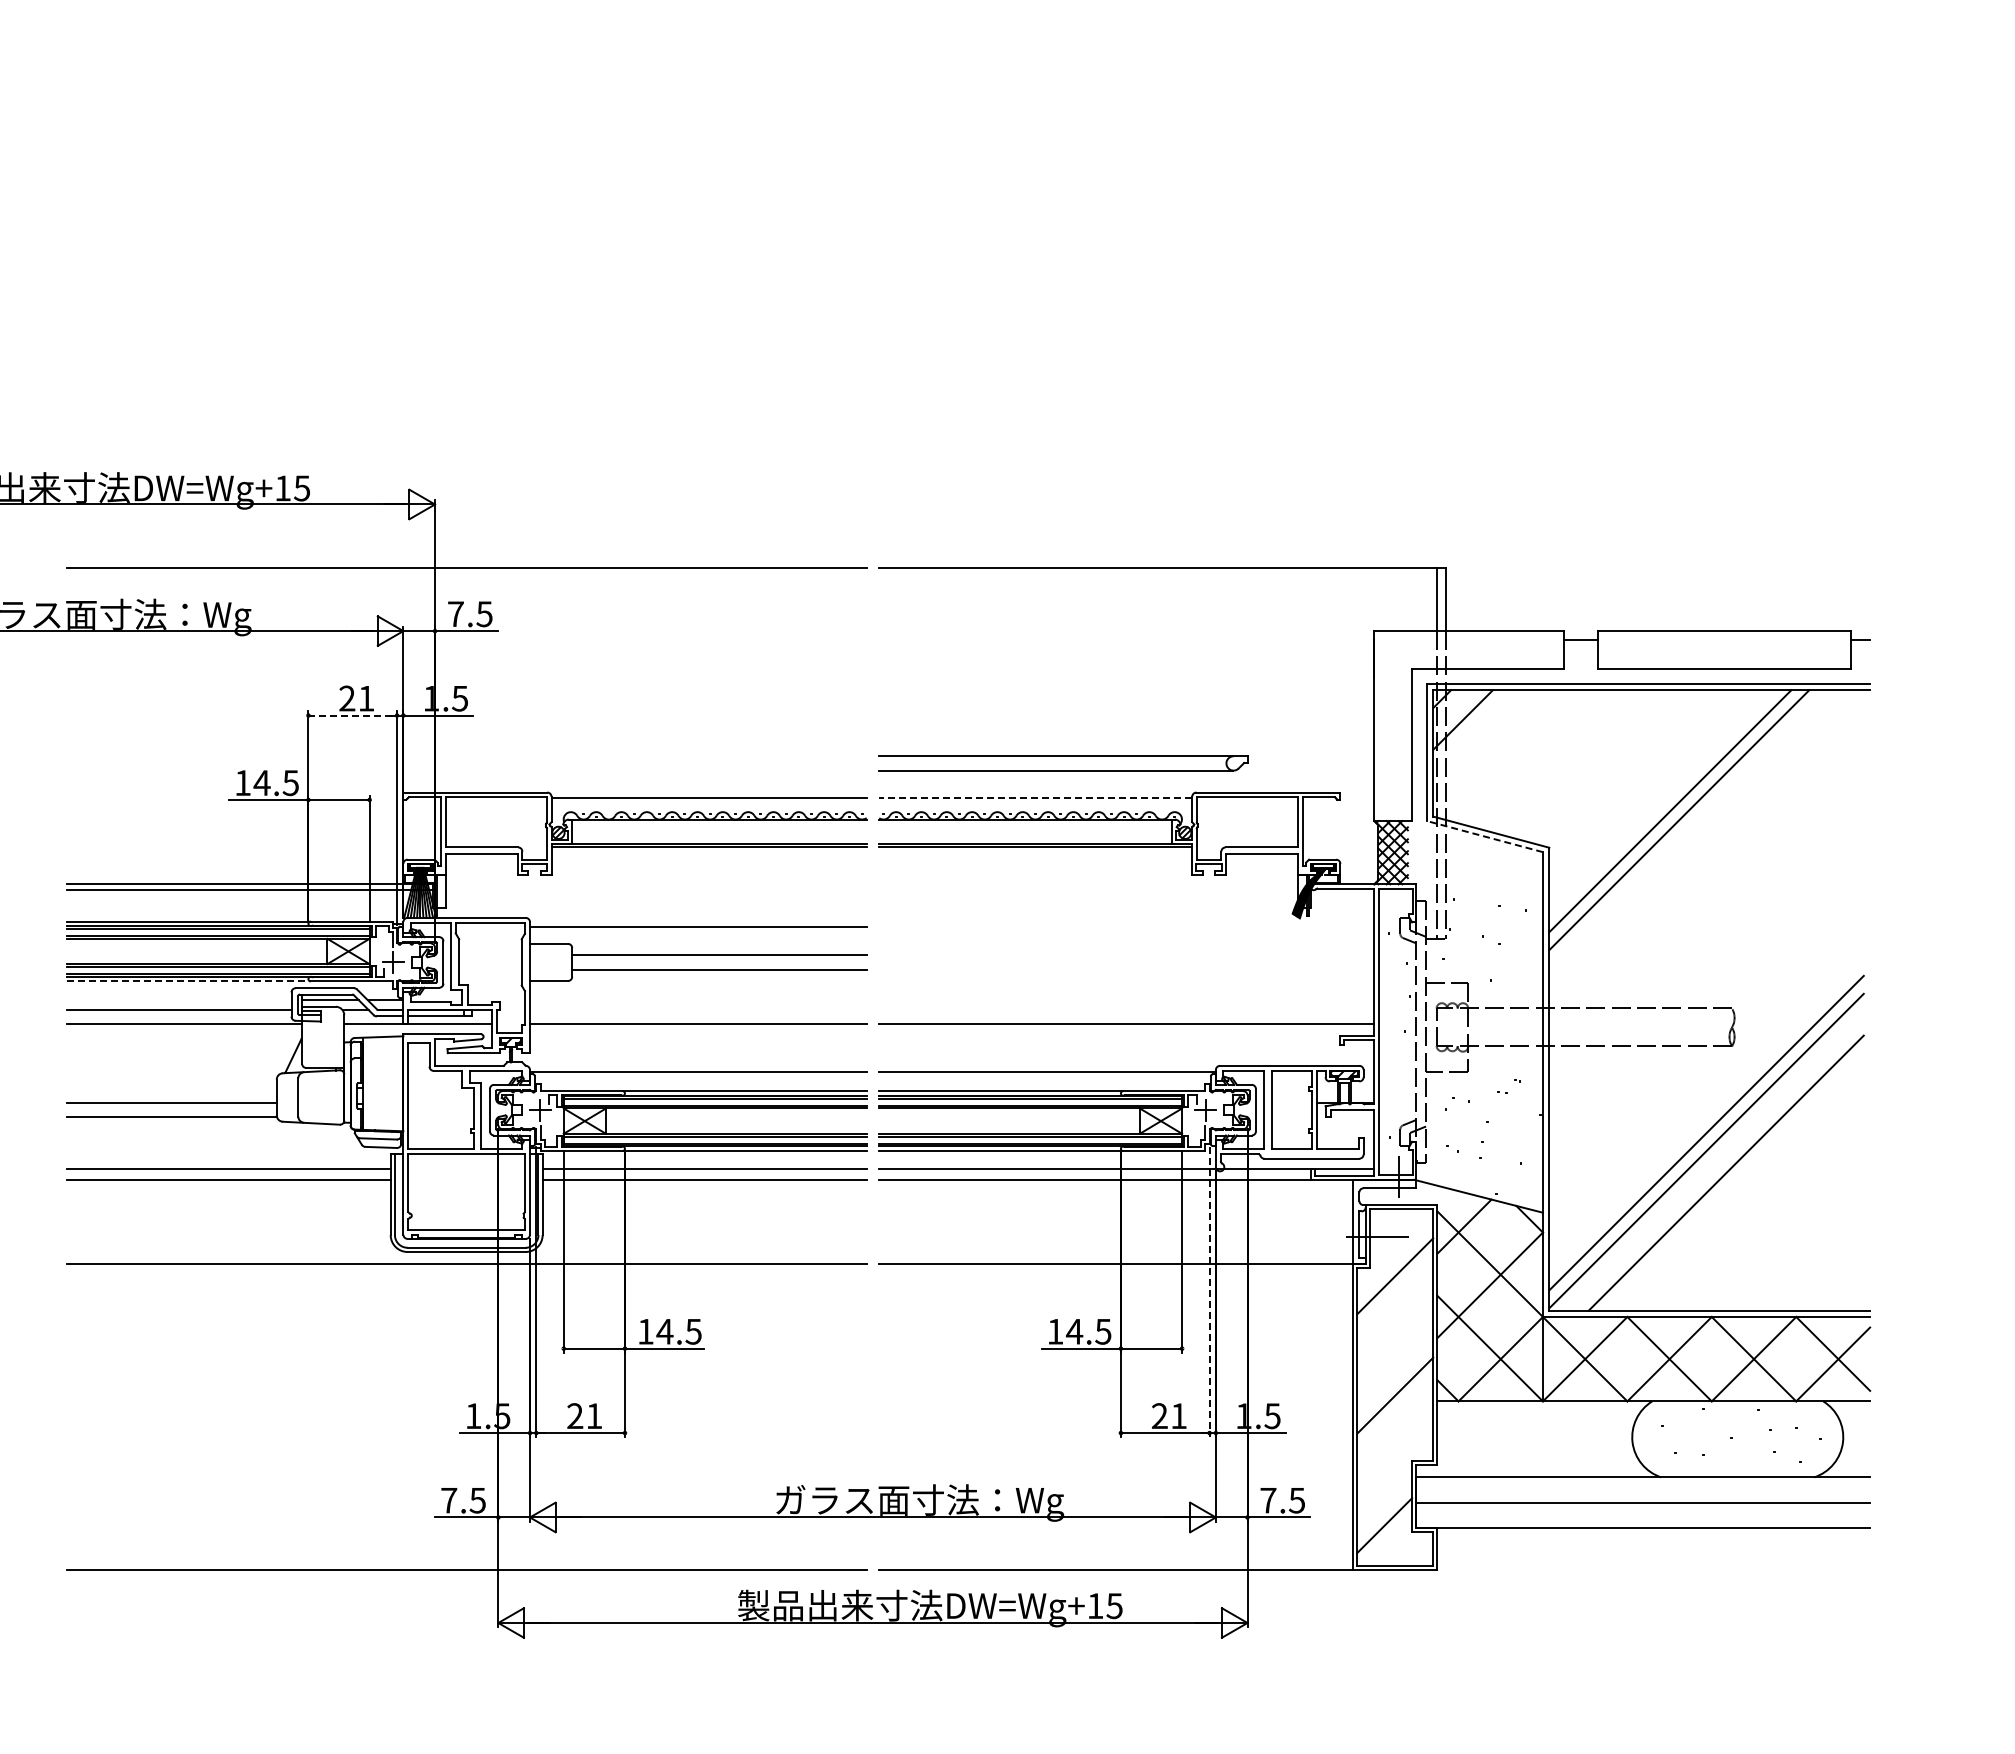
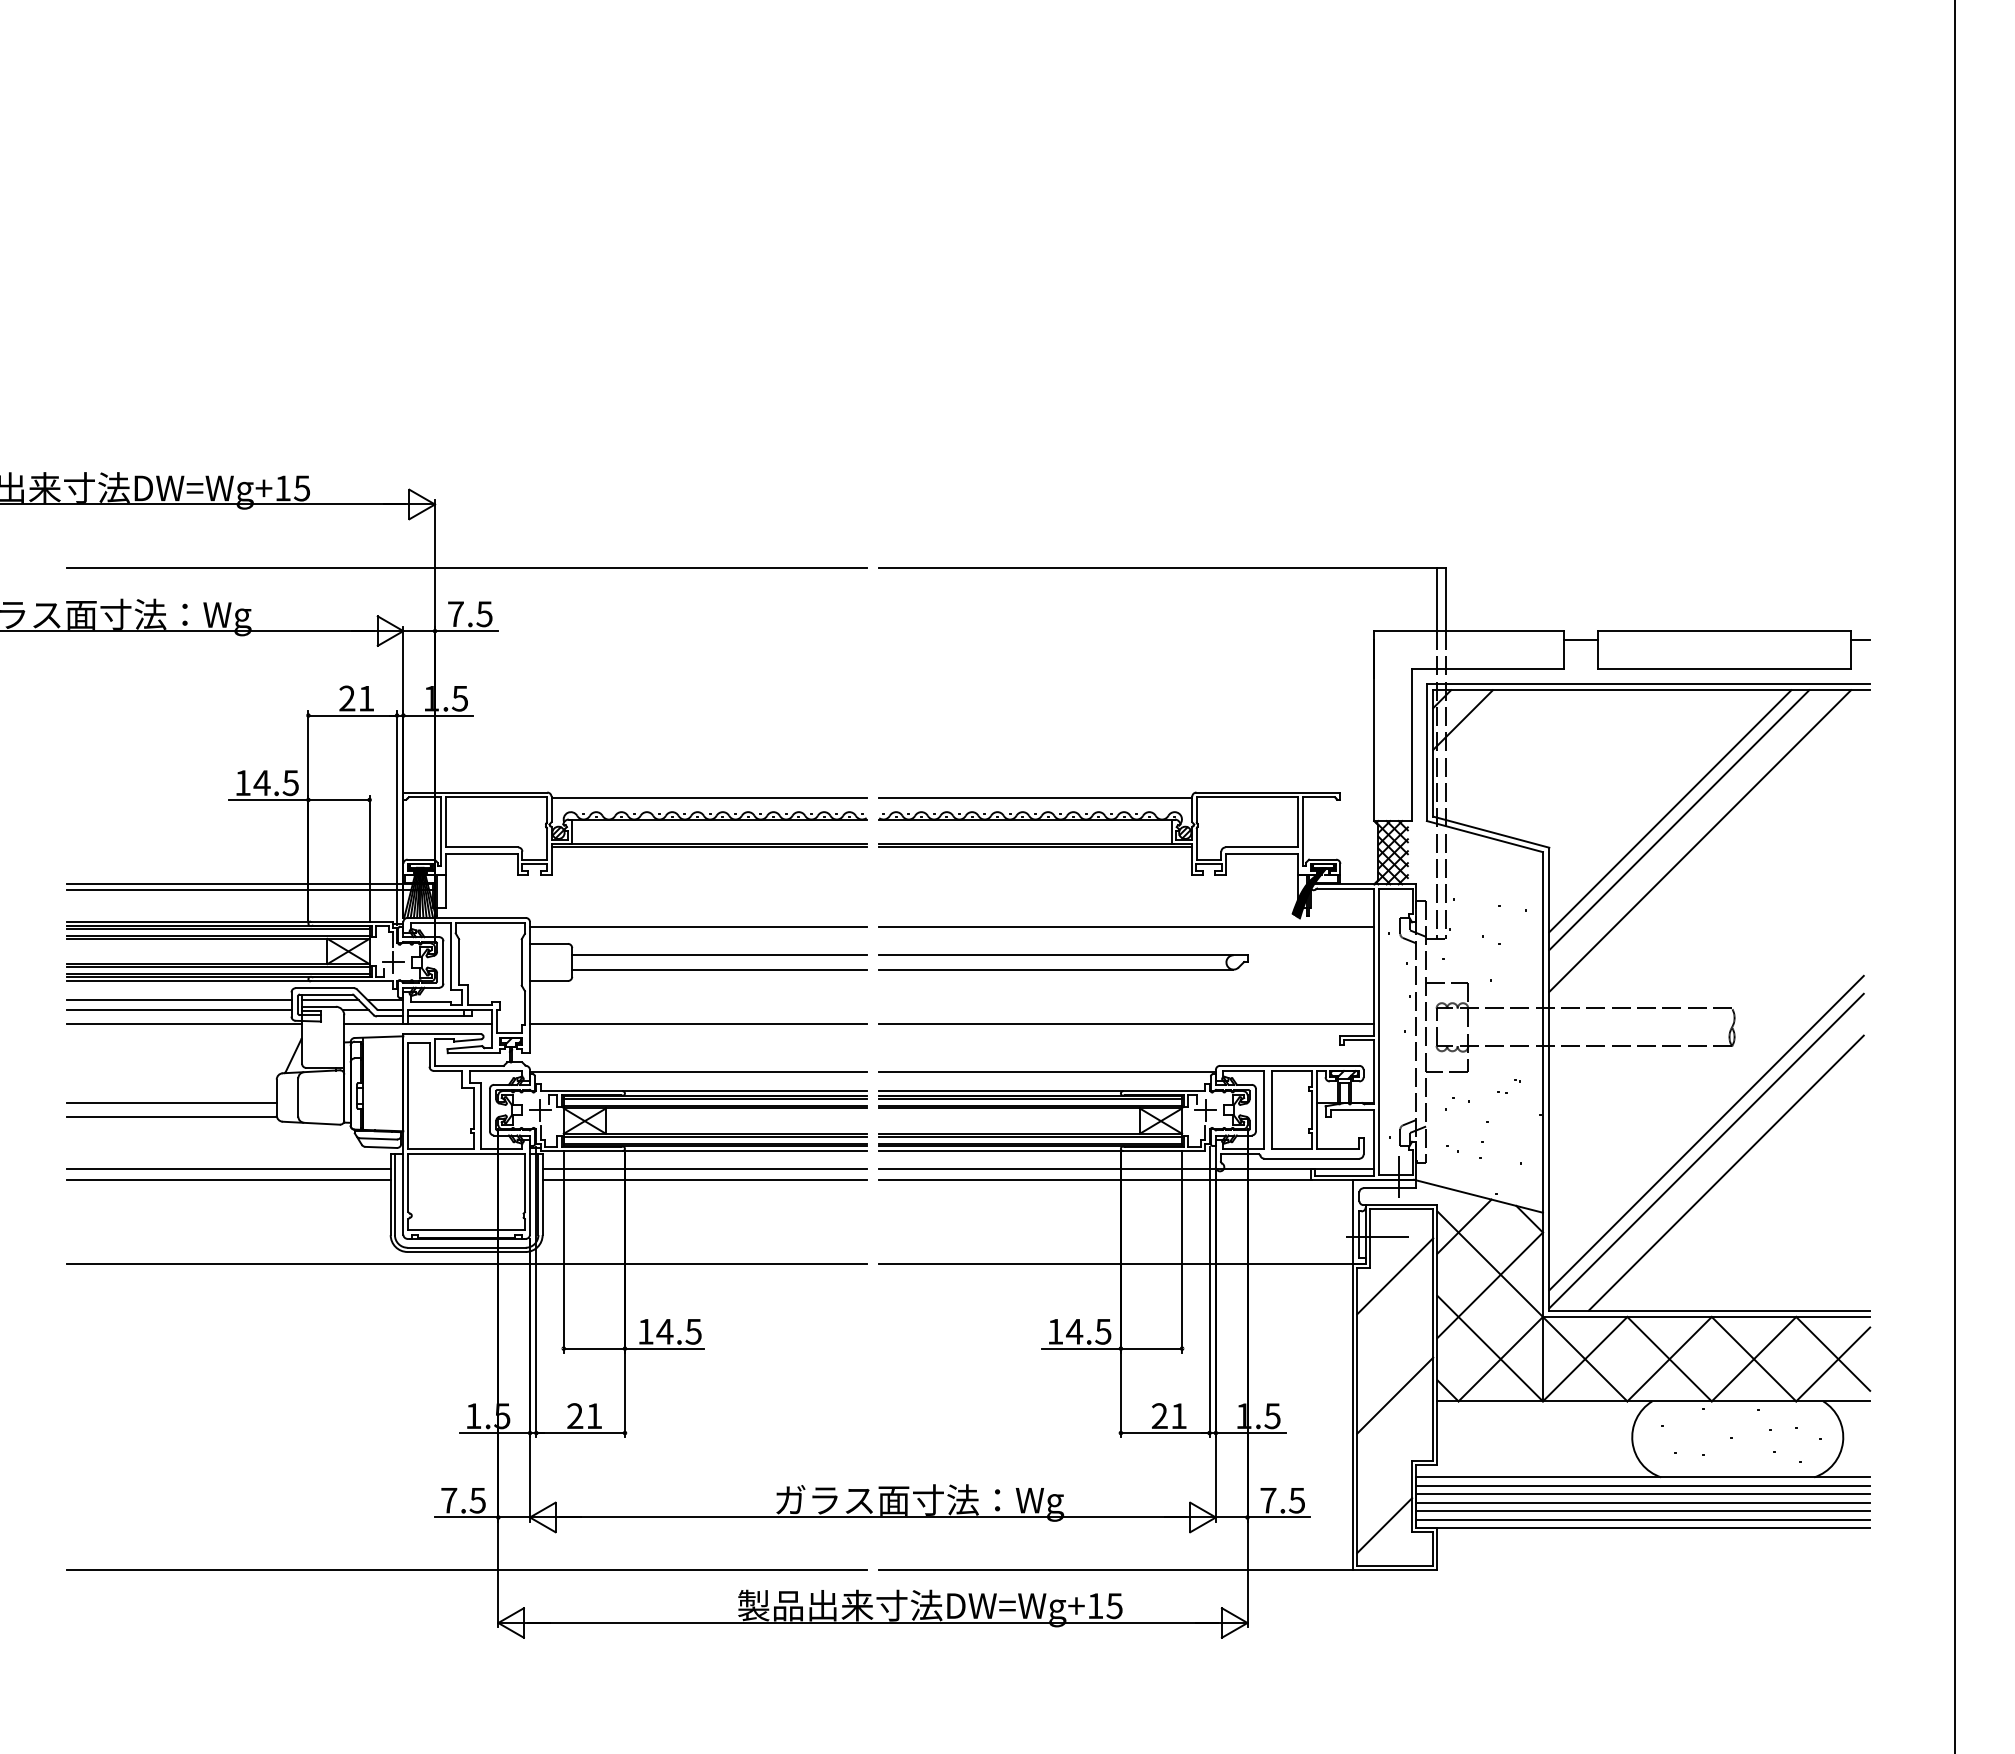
line at (353, 715): dashed -> solid
part at (1063, 756) position: (1063, 756) -> (1063, 955)
line at (1035, 798): dashed -> solid
line at (1484, 836): dashed -> solid
line at (1700, 840): none -> present
line at (1954, 876): none -> present
line at (1126, 926): none -> present
line at (188, 981): dashed -> solid
line at (178, 1000): none -> present
line at (1209, 1292): dashed -> solid
line at (1643, 1485): none -> present
line at (1643, 1494): none -> present
line at (1643, 1511): none -> present
line at (1643, 1519): none -> present
